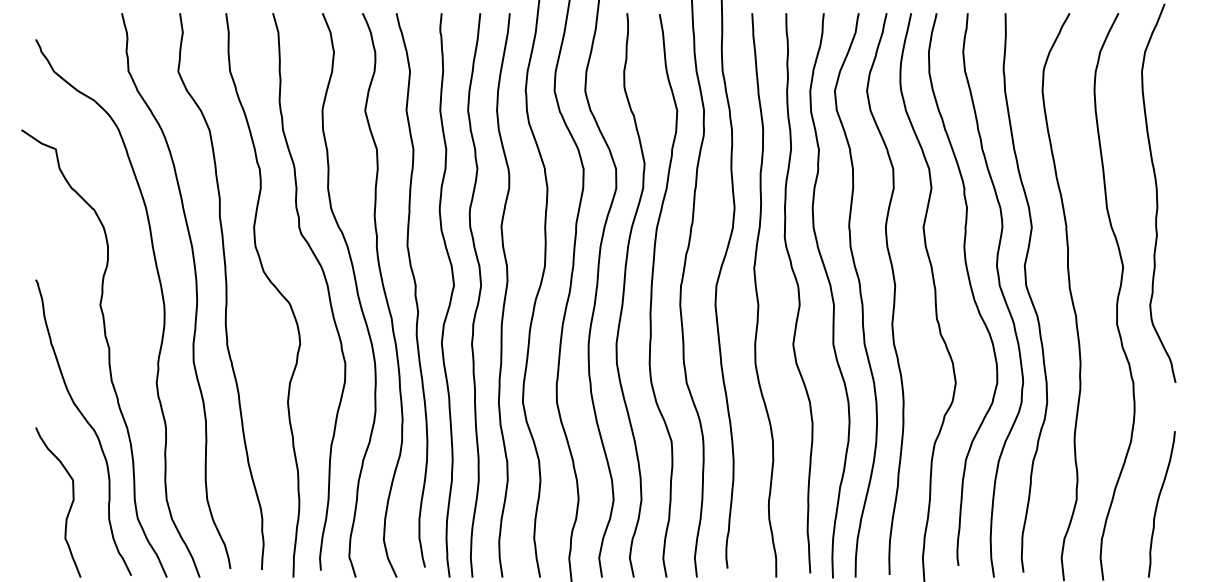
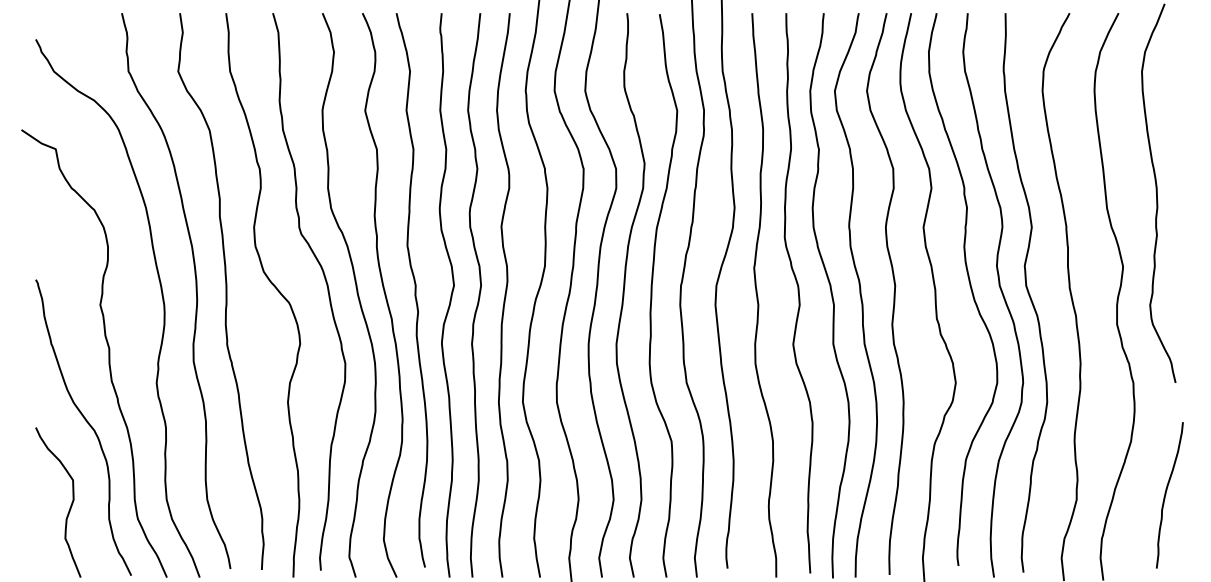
curve at (1158, 503) position: (1158, 503) -> (1166, 494)
